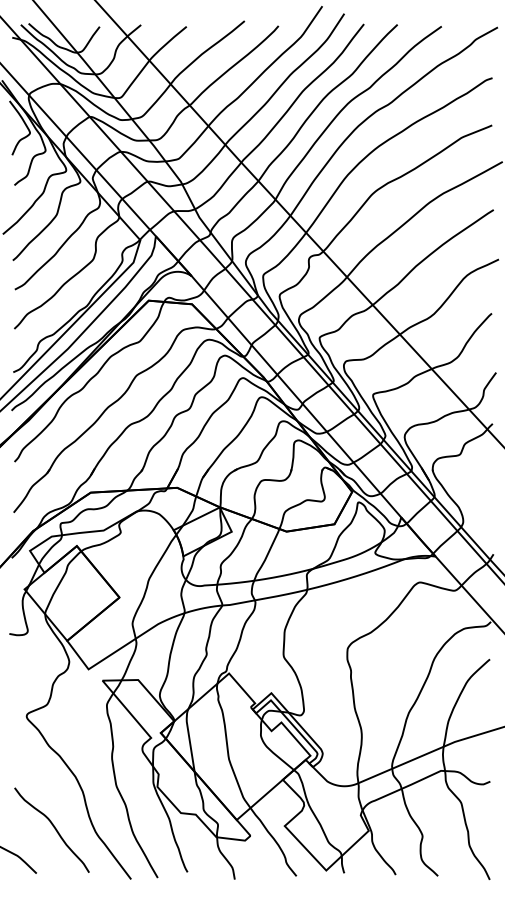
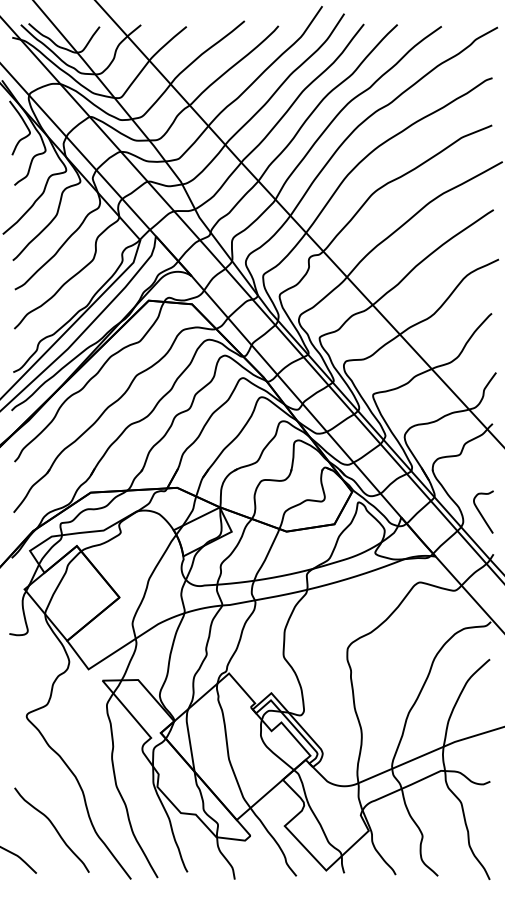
curve at (481, 513): none -> present
